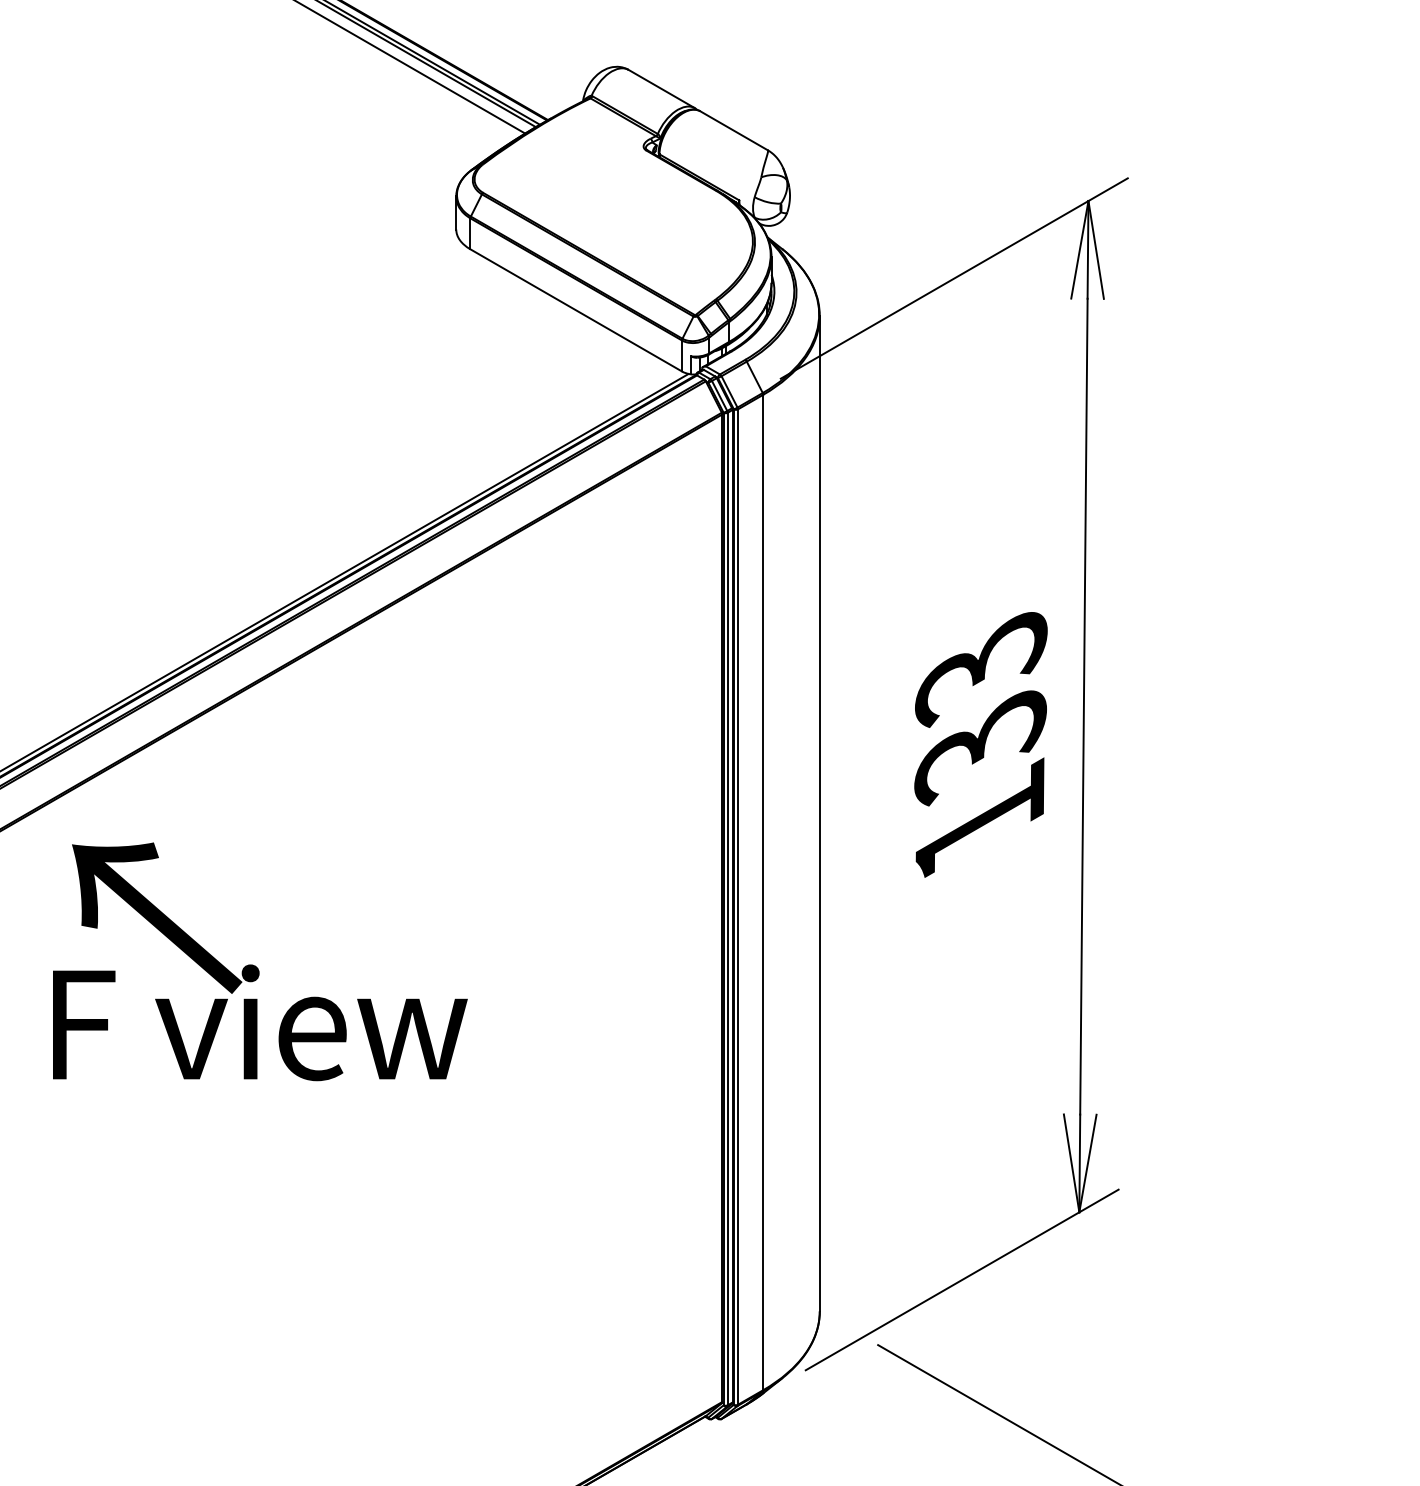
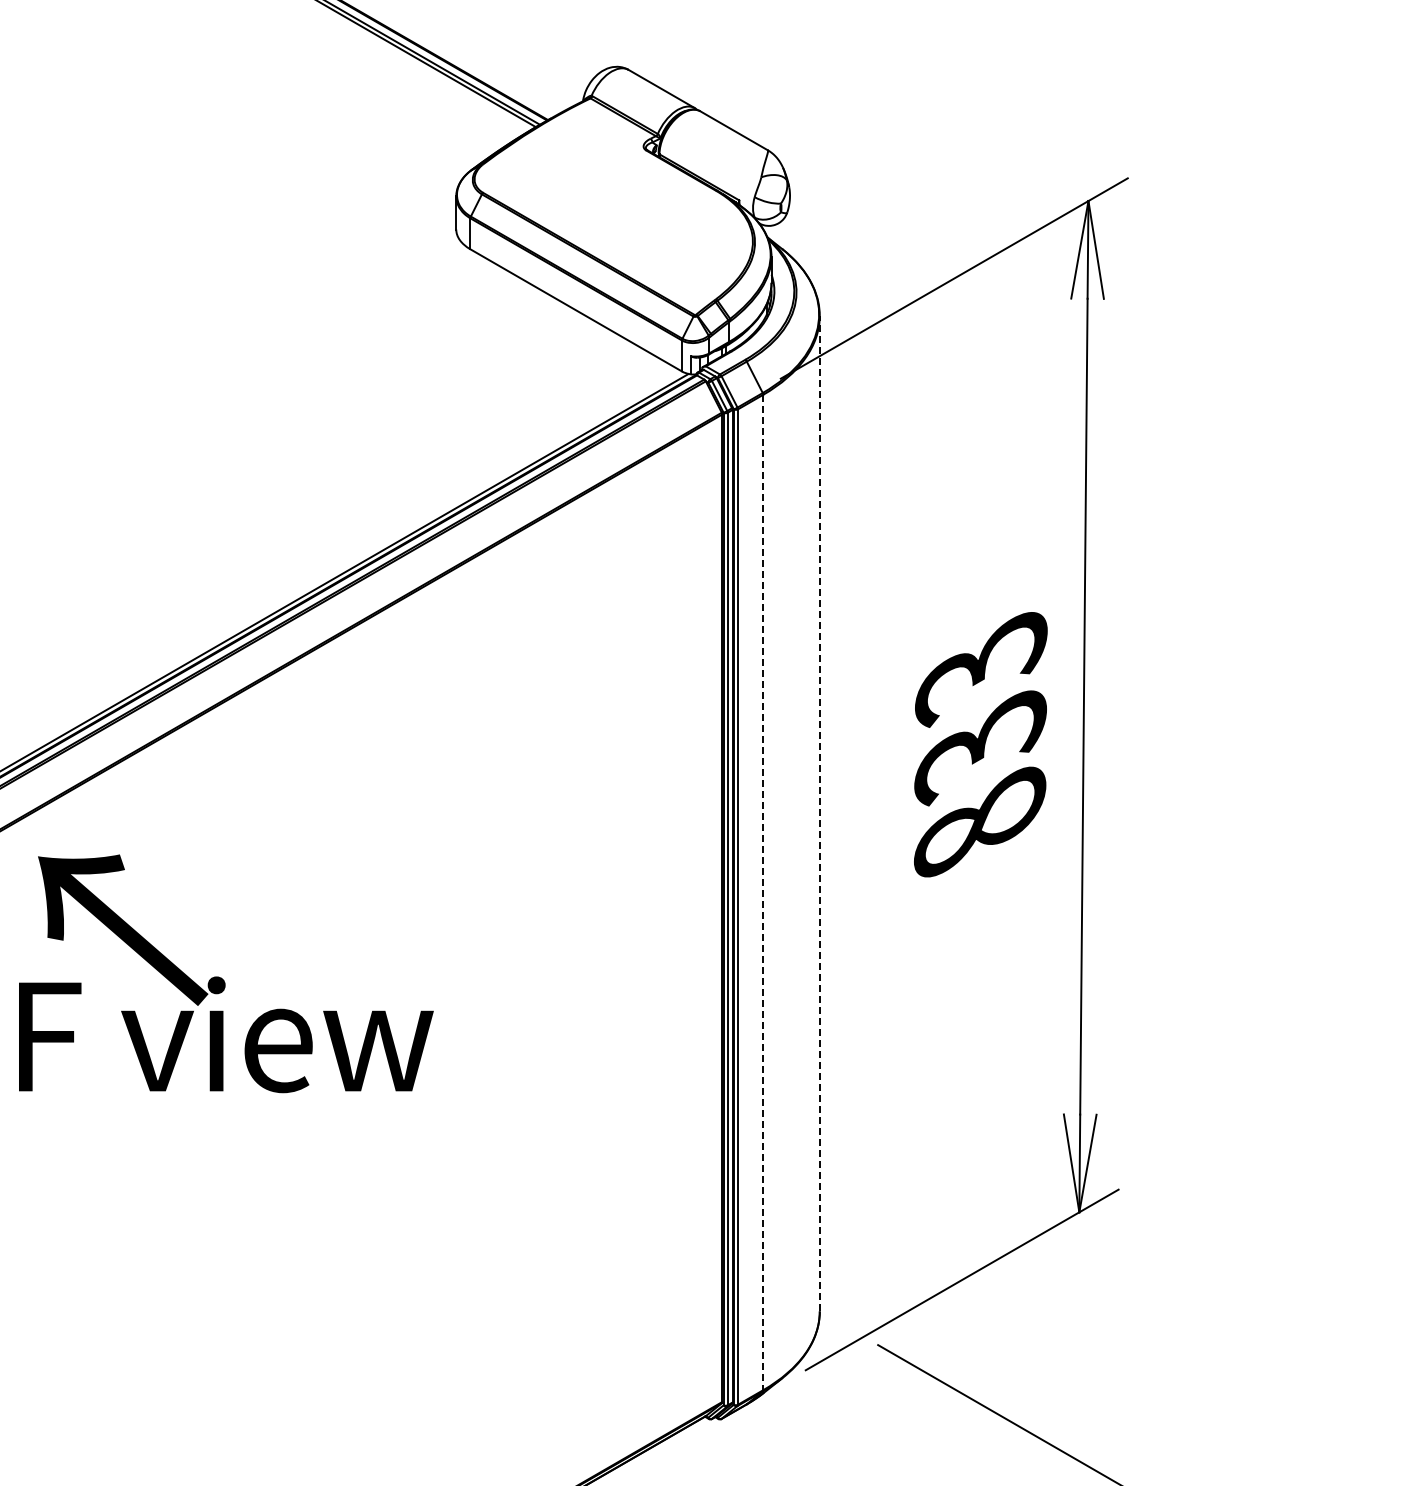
line at (411, 67): present -> none
line at (819, 813): solid -> dashed
text at (980, 817): 133 -> 833
line at (763, 892): solid -> dashed
text at (260, 961) position: (260, 961) -> (226, 973)
